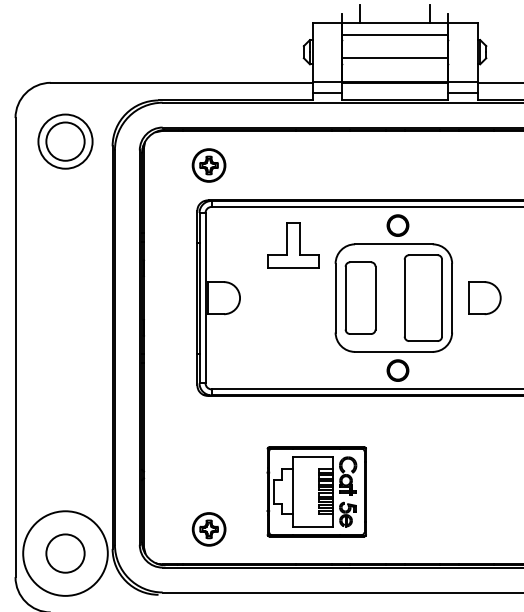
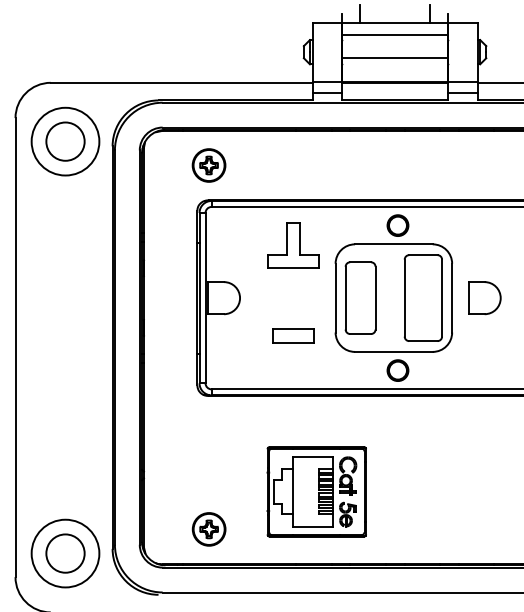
circle at (65, 141) diameter: 54 px -> 68 px
part at (293, 335): none -> present
circle at (65, 553) diameter: 85 px -> 68 px
